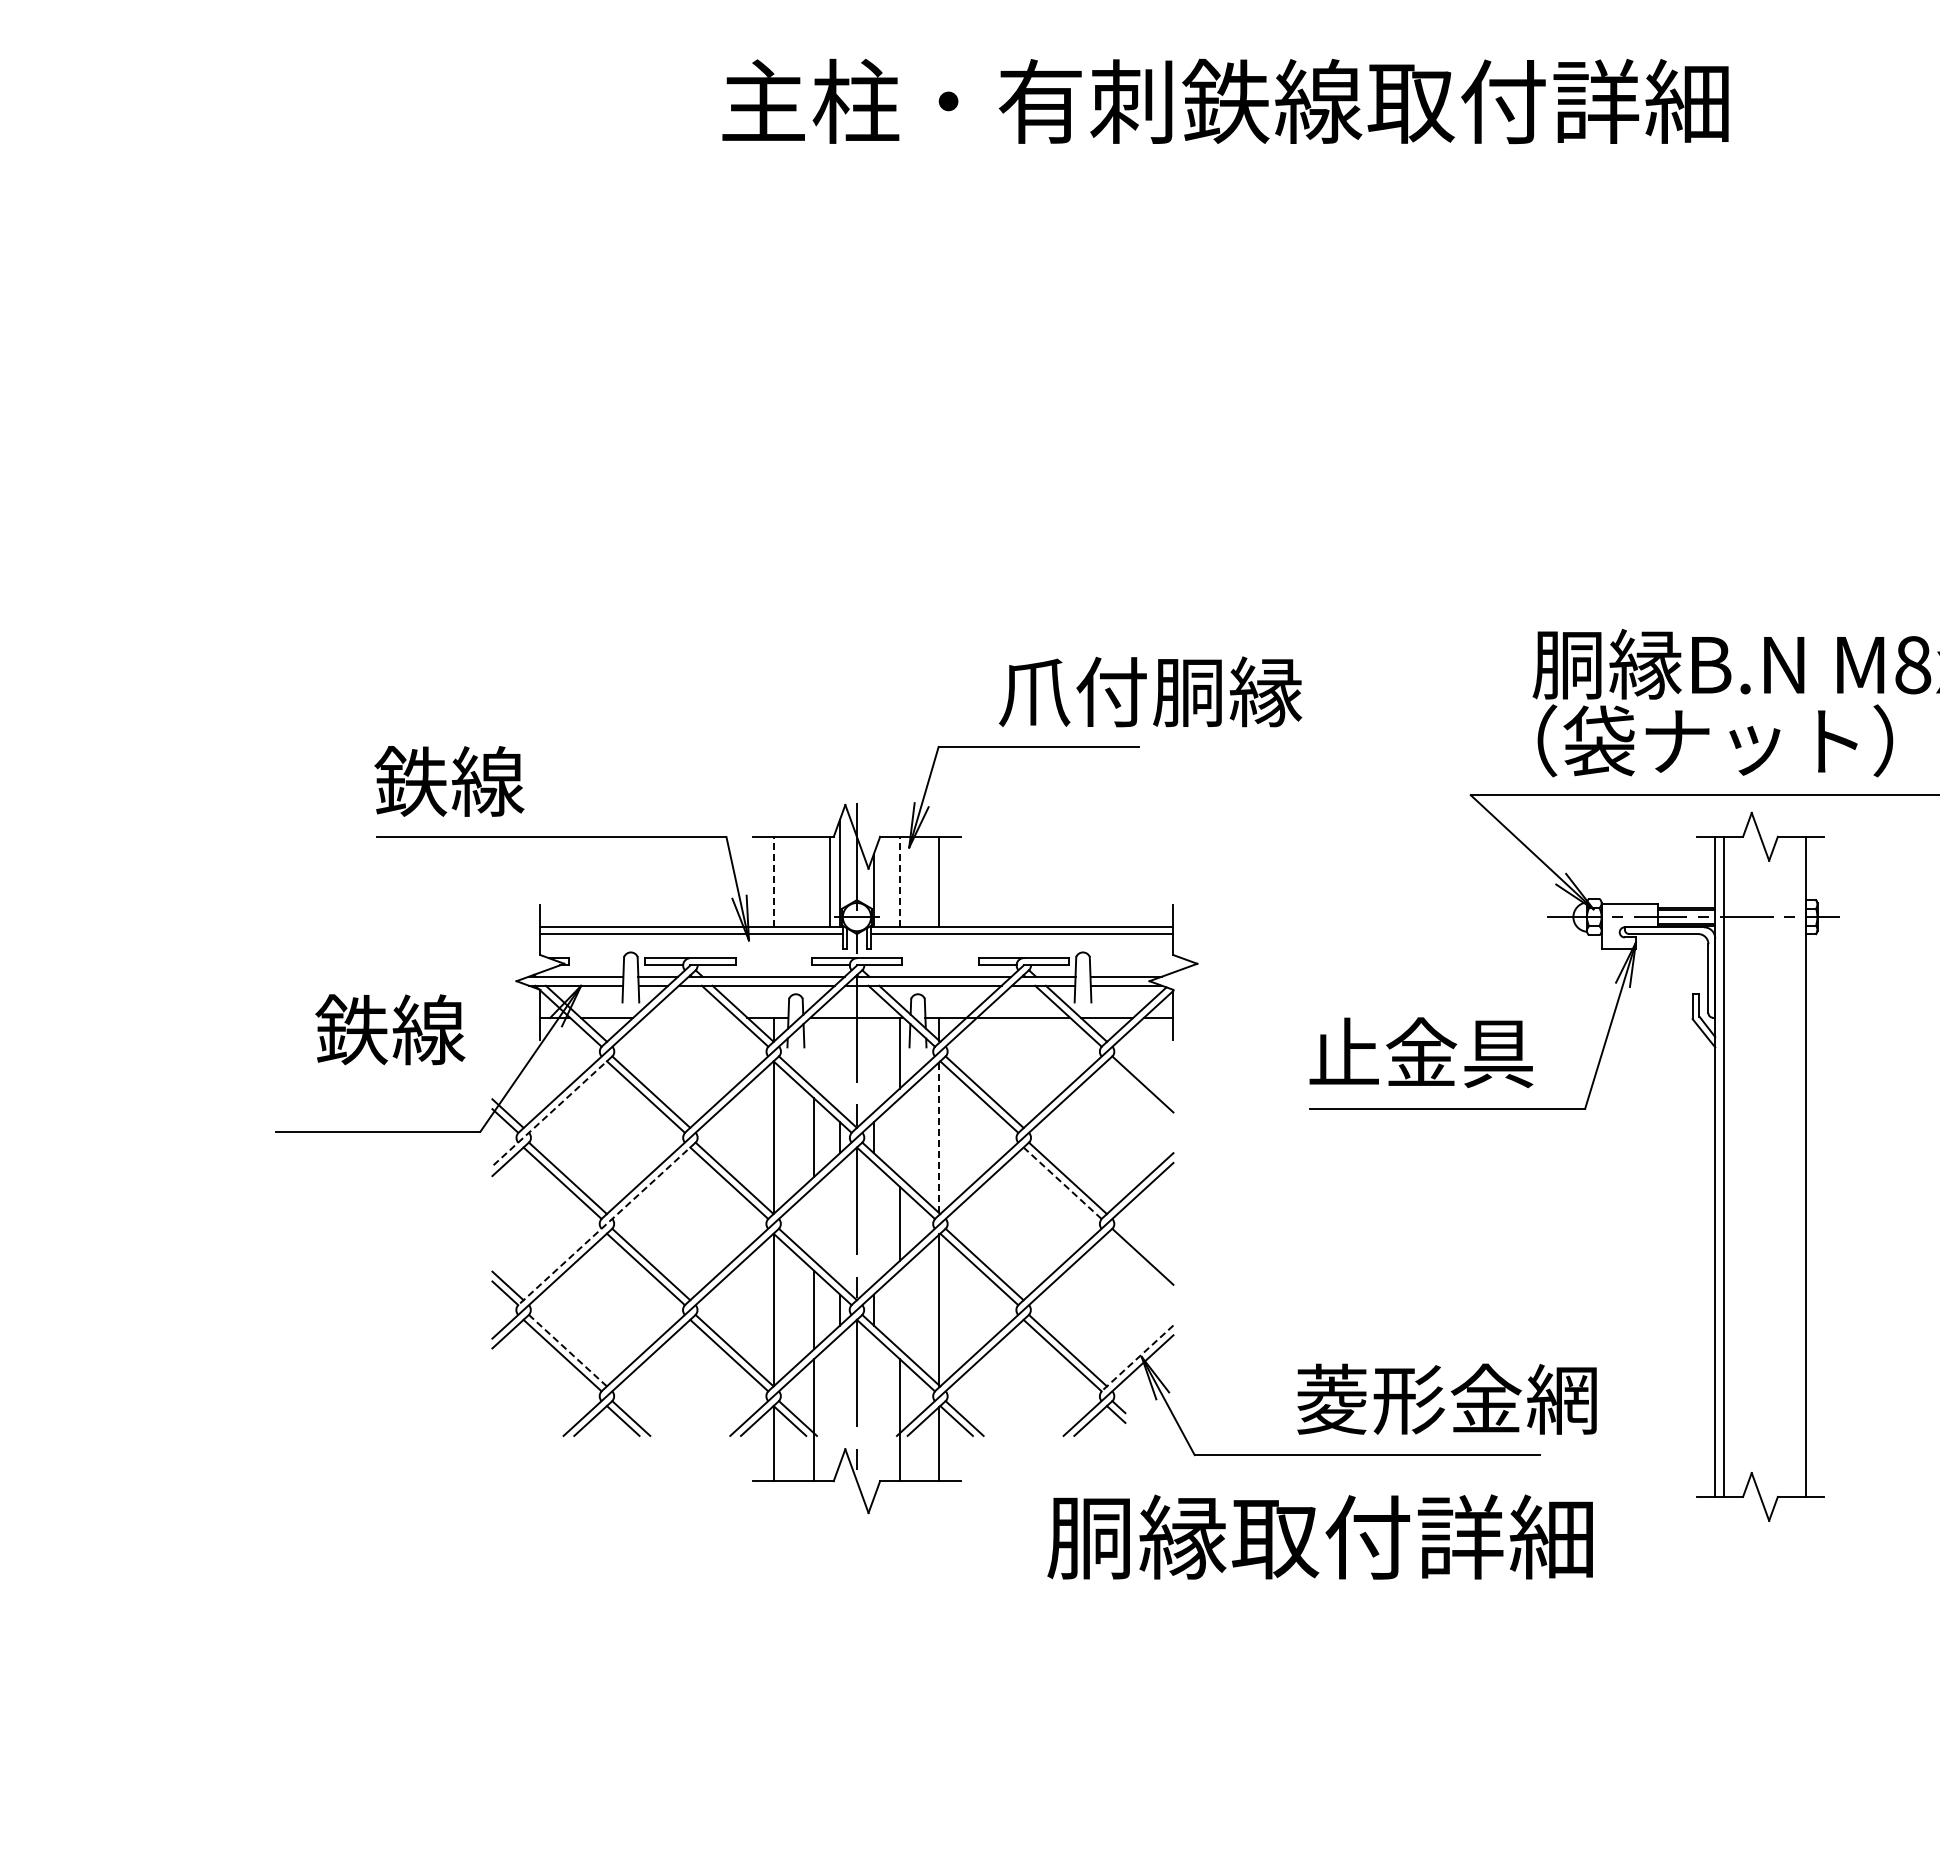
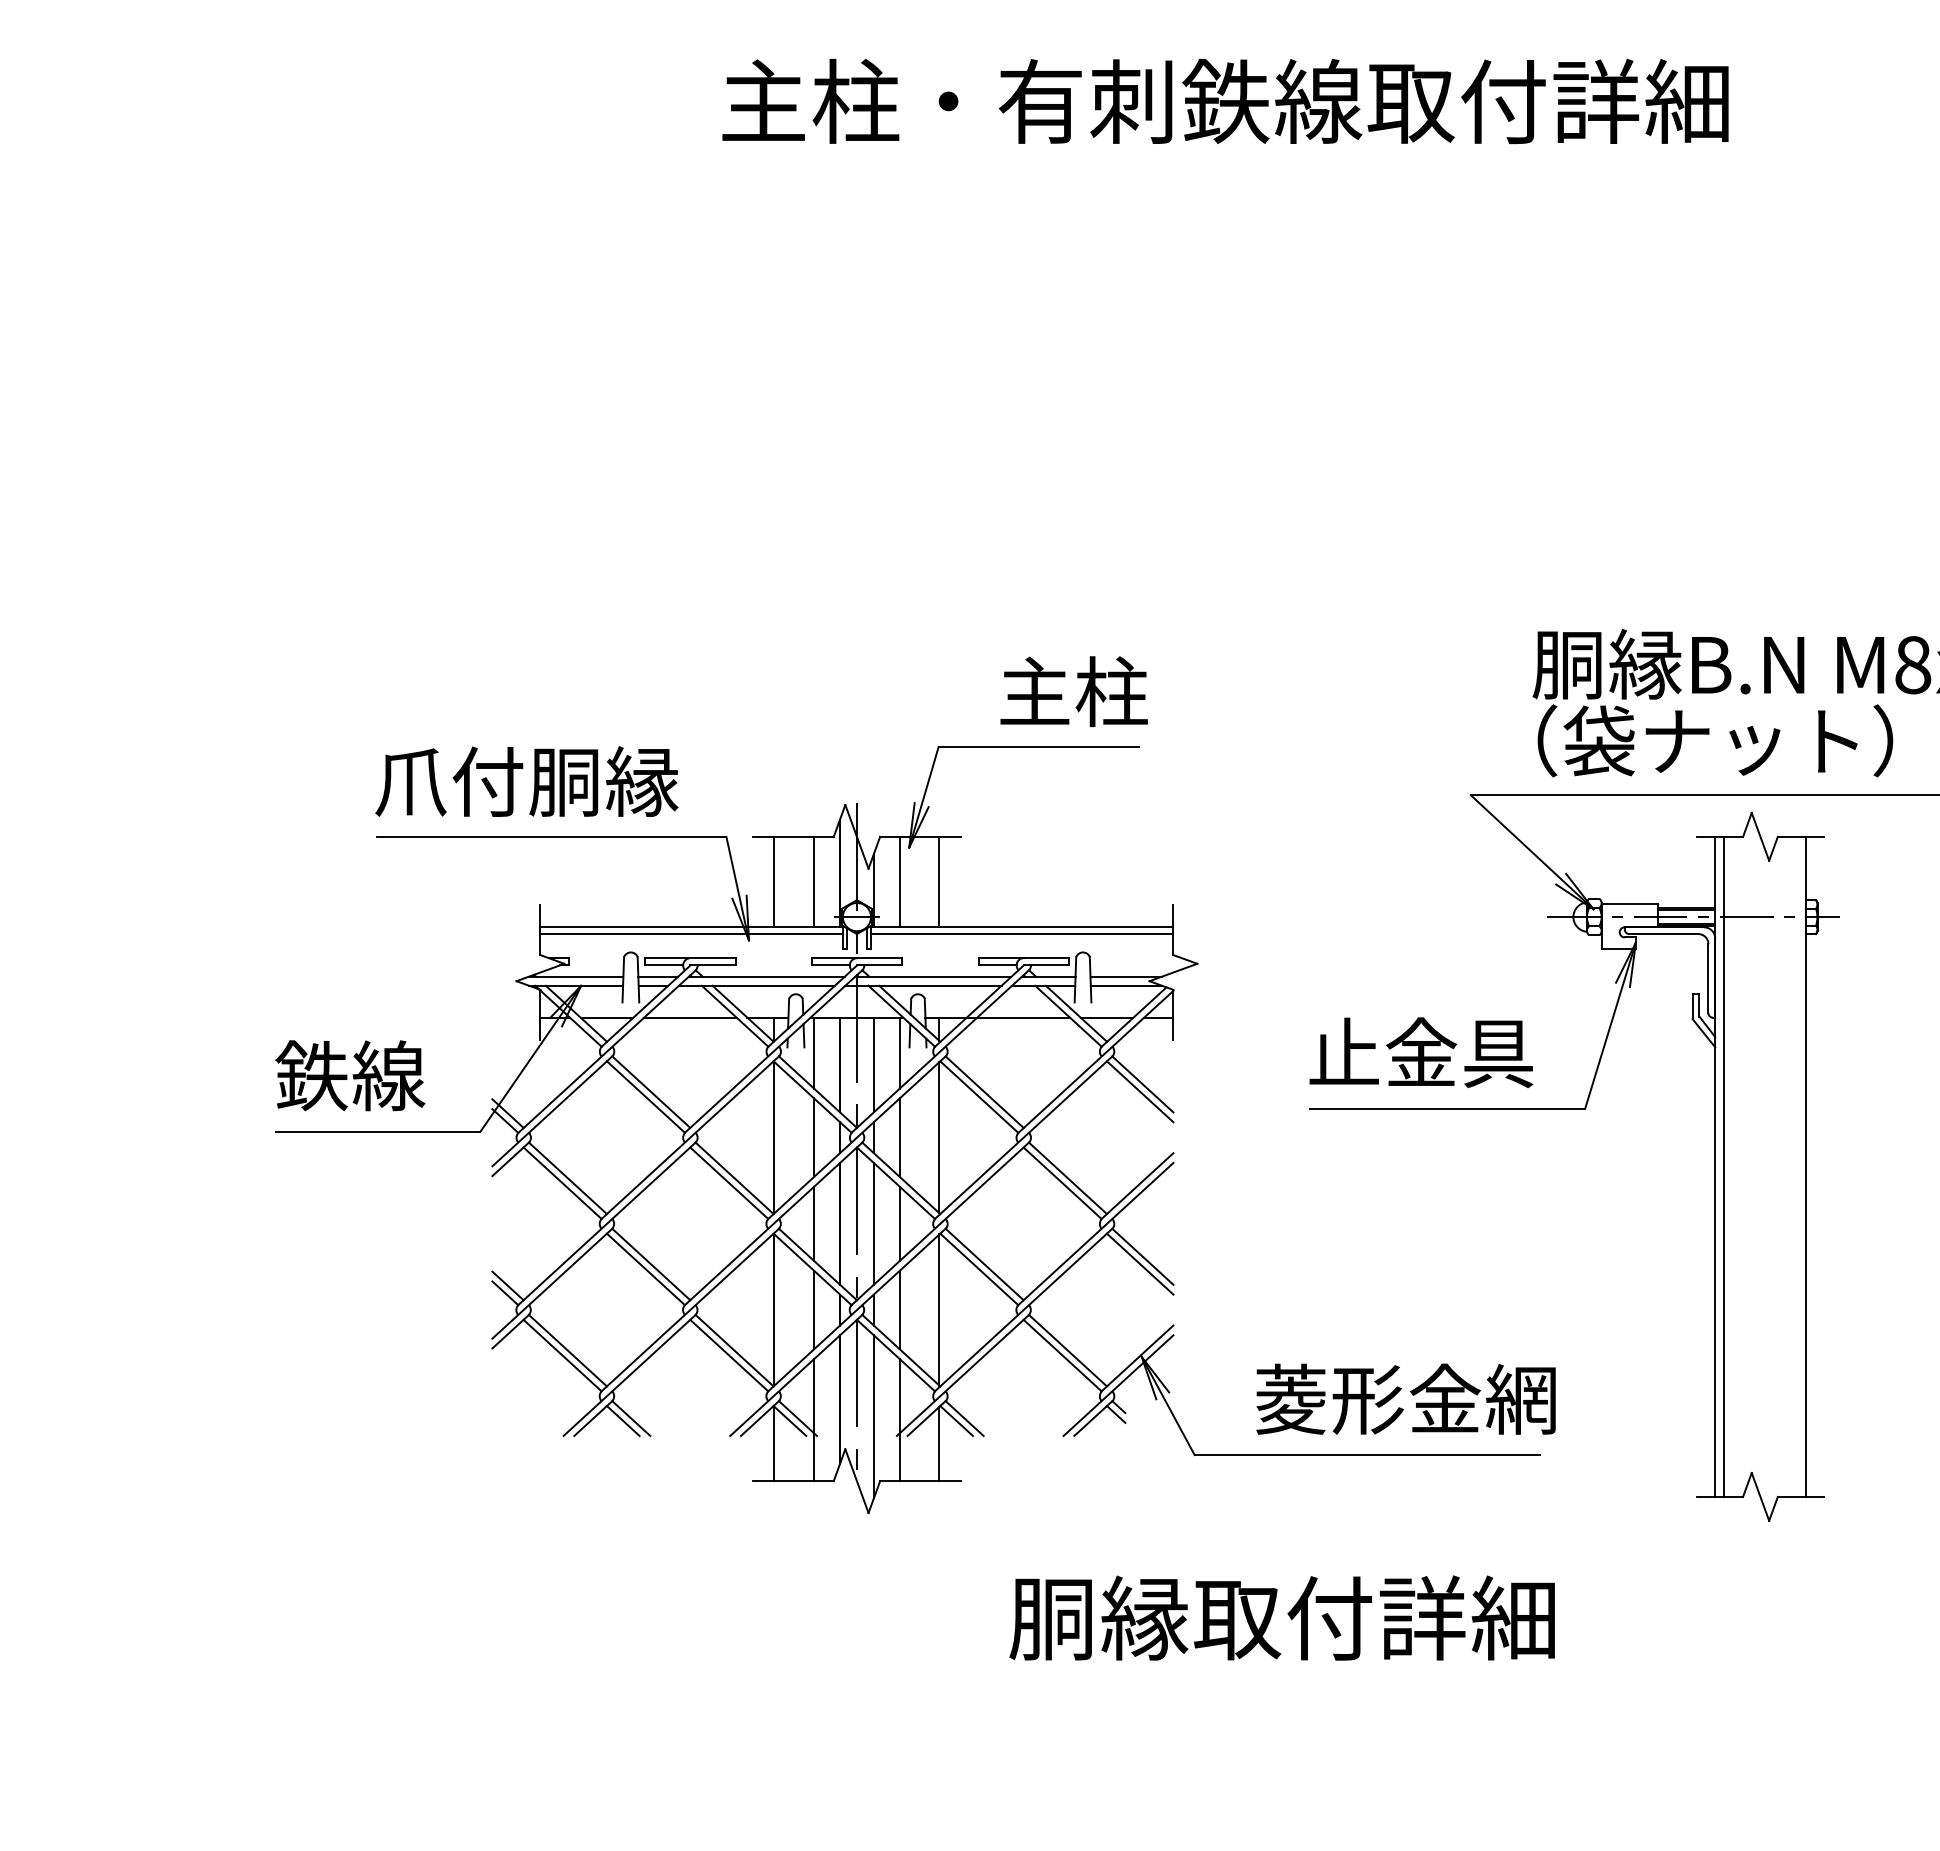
text at (1150, 691): 爪付胴縁 -> 主柱
text at (526, 781): 鉄線 -> 爪付胴縁
line at (774, 881): dashed -> solid
line at (830, 881) position: (830, 881) -> (814, 881)
line at (899, 881): dashed -> solid
line at (690, 1017): none -> present
text at (390, 1029) position: (390, 1029) -> (350, 1075)
line at (814, 1052): none -> present
line at (840, 1064): none -> present
line at (873, 1064): none -> present
line at (1139, 1091): none -> present
line at (551, 1111): dashed -> solid
line at (899, 1137): none -> present
line at (939, 1137): dashed -> solid
line at (1062, 1183): dashed -> solid
line at (814, 1223): none -> present
line at (840, 1223): none -> present
line at (873, 1223): none -> present
line at (606, 1224): dashed -> solid
line at (1139, 1263): none -> present
line at (899, 1309): none -> present
line at (567, 1350): dashed -> solid
line at (1137, 1358): dashed -> solid
text at (1446, 1398) position: (1446, 1398) -> (1405, 1398)
line at (840, 1399): none -> present
line at (873, 1416): none -> present
text at (1319, 1536) position: (1319, 1536) -> (1281, 1617)
